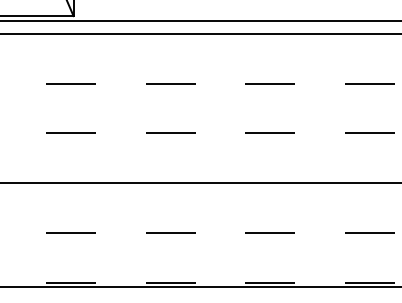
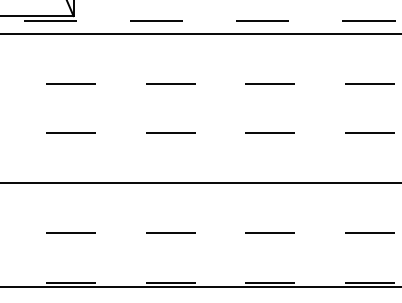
line at (201, 21): solid -> dashed
